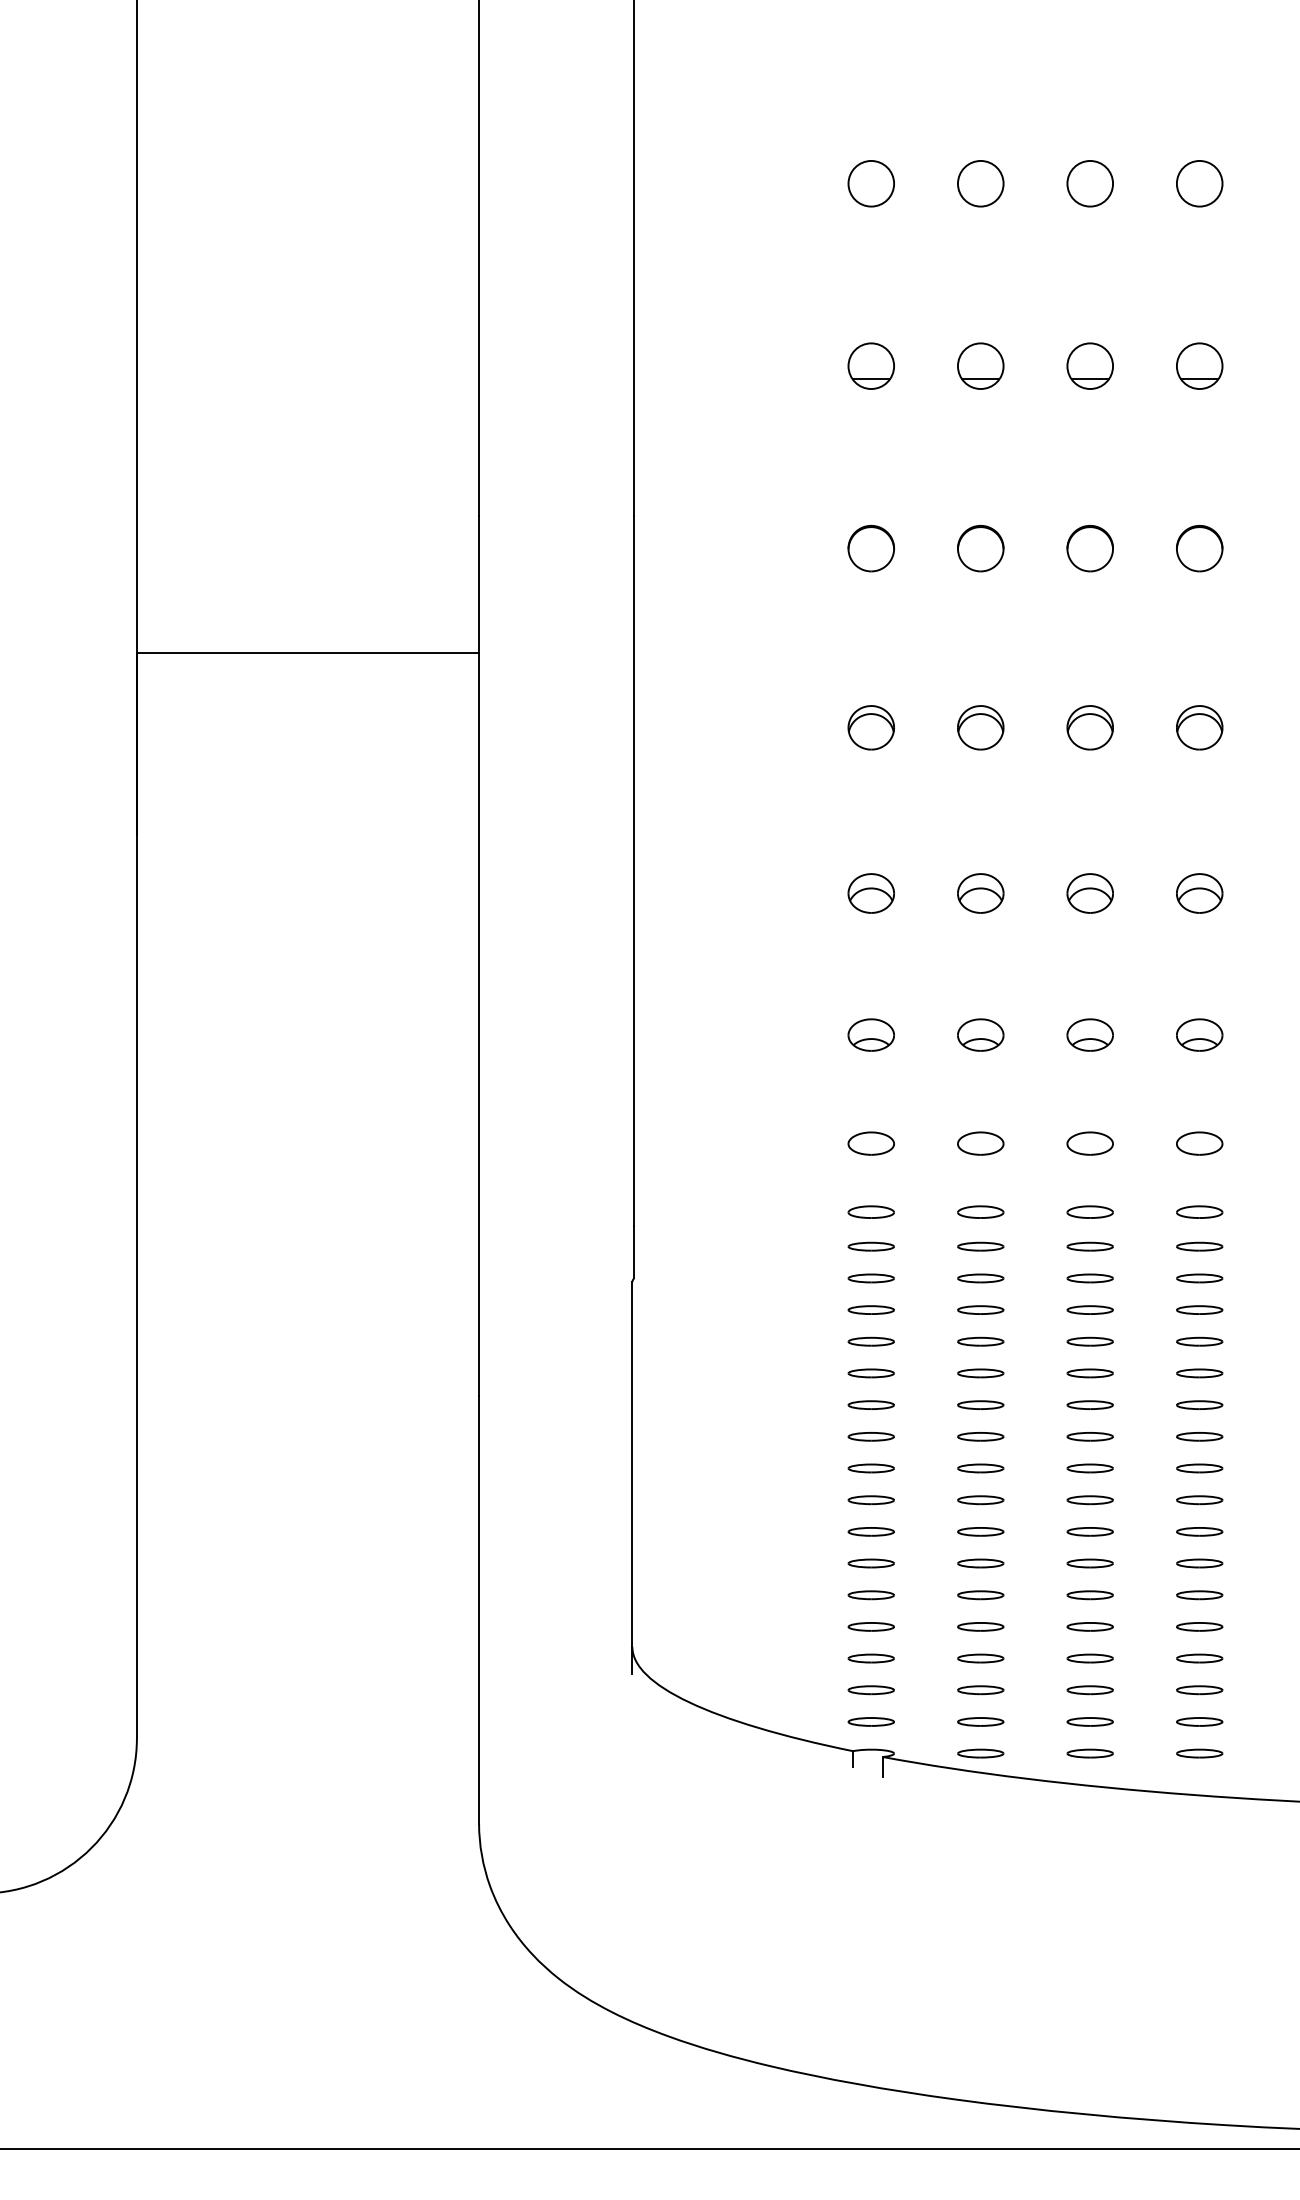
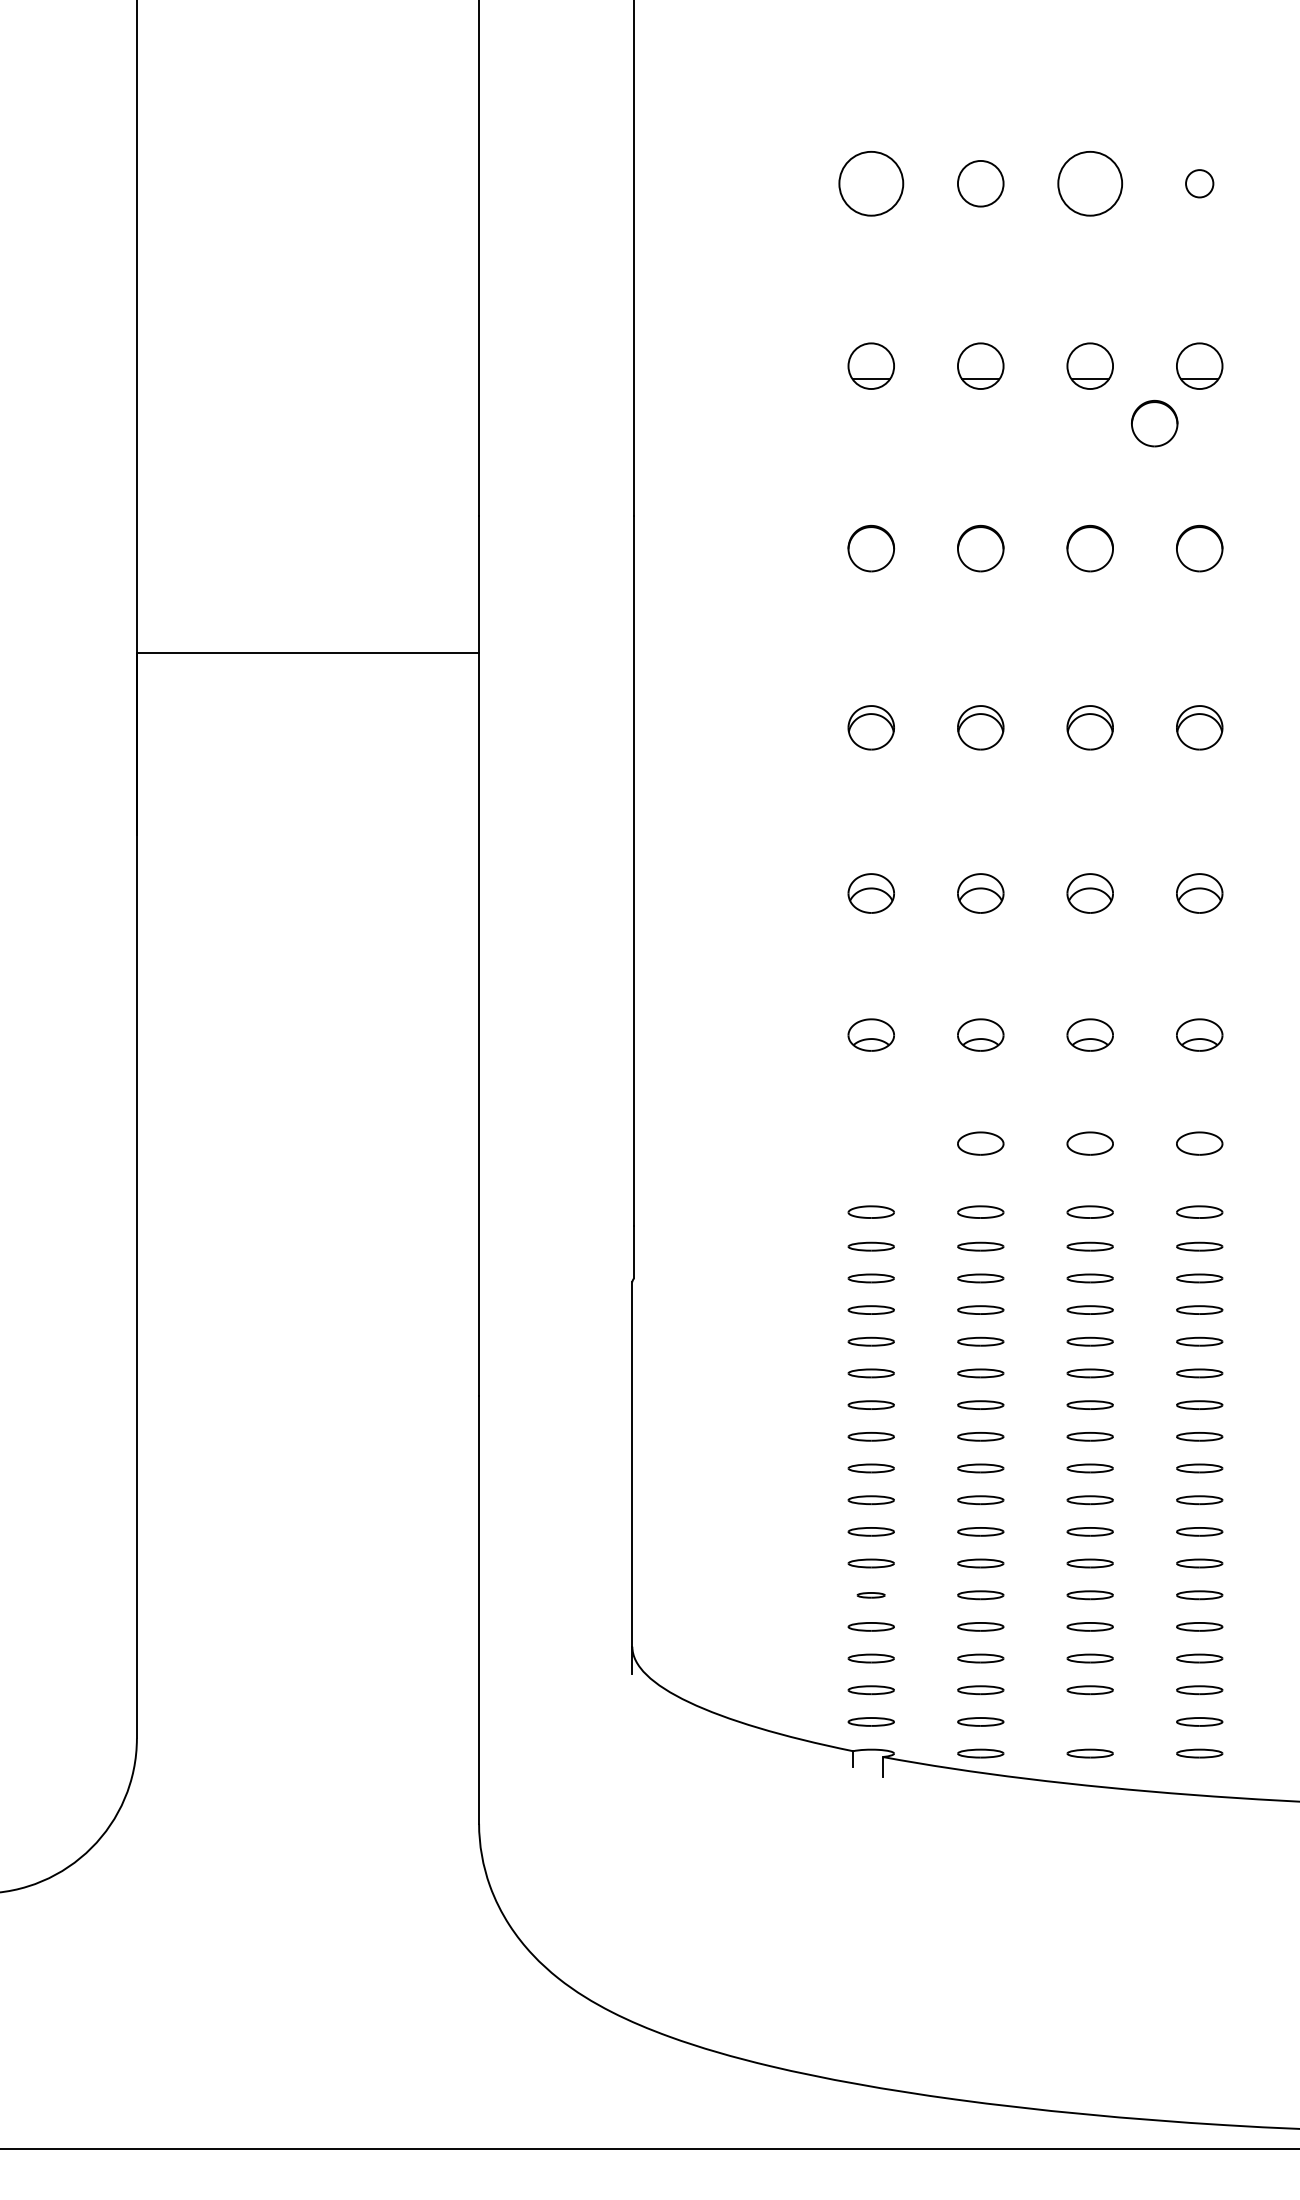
circle at (871, 183) diameter: 46 px -> 64 px
circle at (1090, 183) diameter: 46 px -> 64 px
circle at (1199, 183) diameter: 46 px -> 27 px
part at (1154, 423): none -> present
part at (870, 1143): present -> none
part at (870, 1595) size: 48x11 px -> 30x7 px
part at (1089, 1721): present -> none
